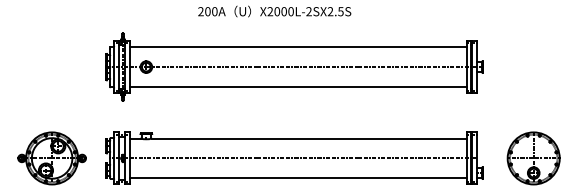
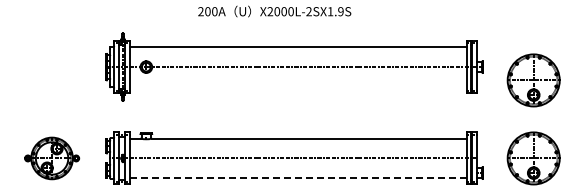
text at (335, 11): X2000L-2SX2.5S -> X2000L-2SX1.9S
part at (533, 80): none -> present
line at (298, 86): present -> none
part at (51, 158) size: 70x55 px -> 57x45 px
line at (299, 178): solid -> dashed
